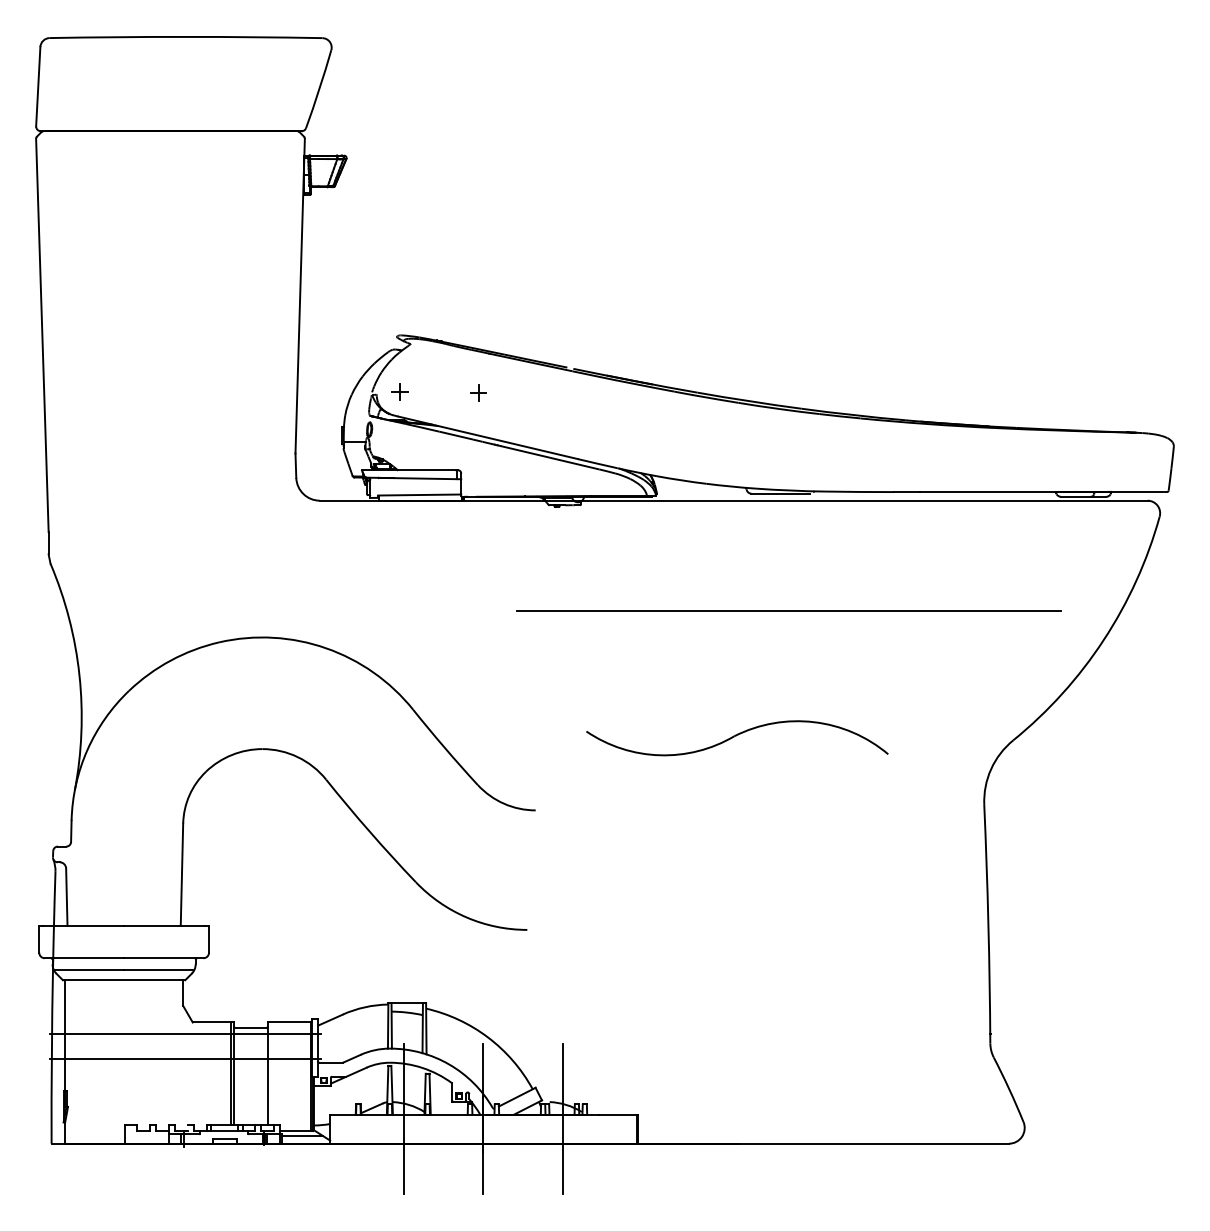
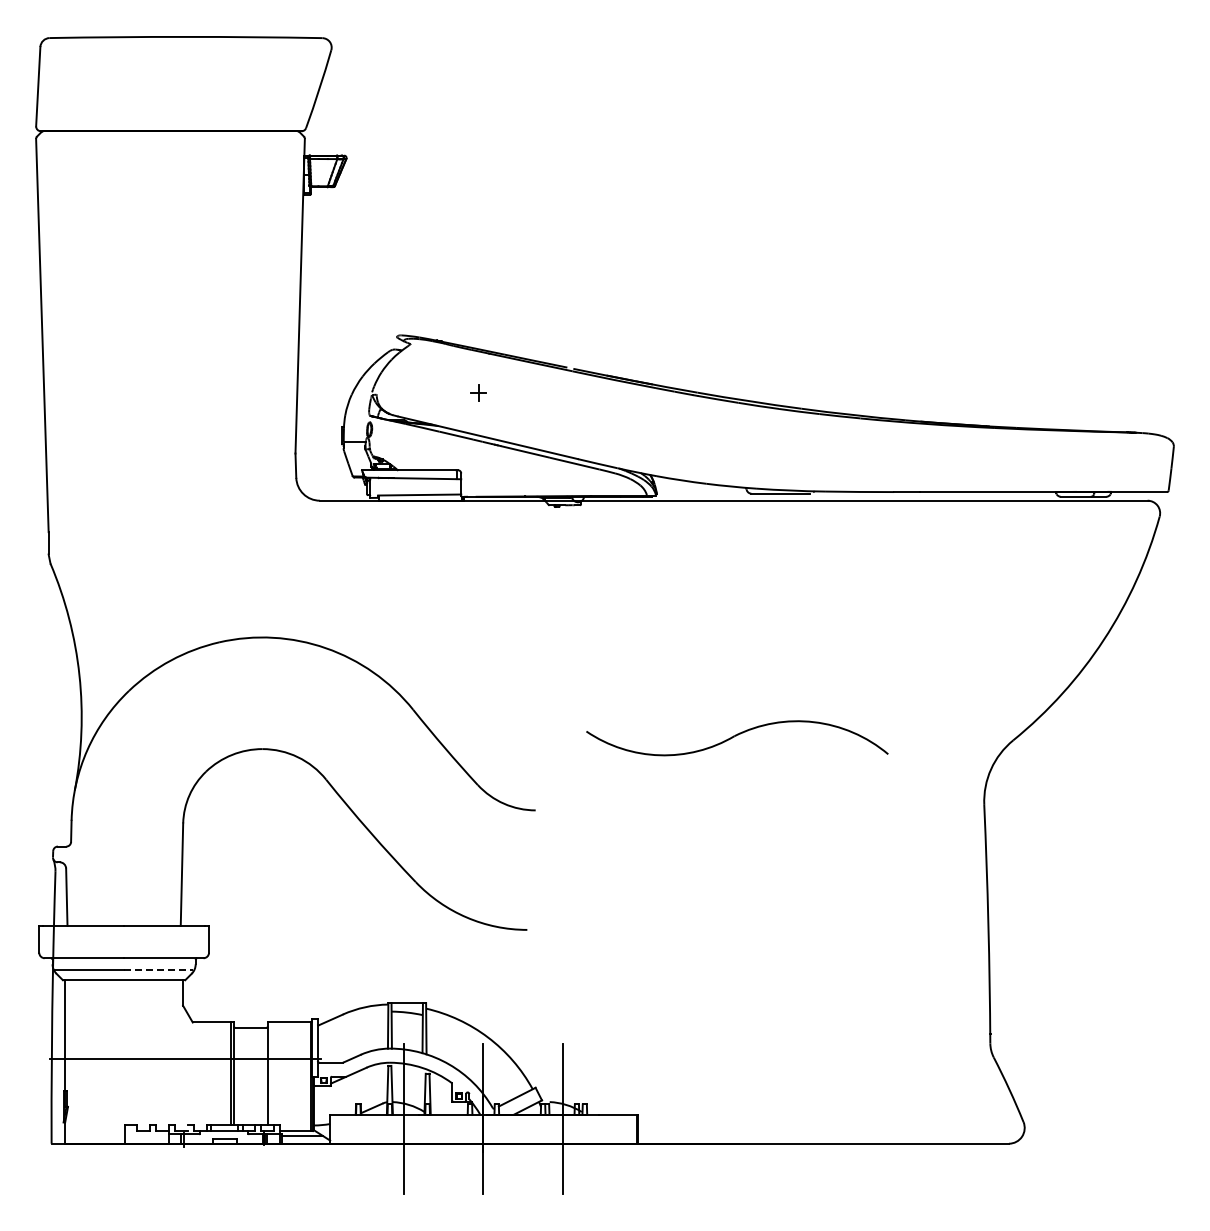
part at (399, 391): present -> none
line at (789, 610): present -> none
line at (159, 969): solid -> dashed
line at (185, 1033): present -> none
